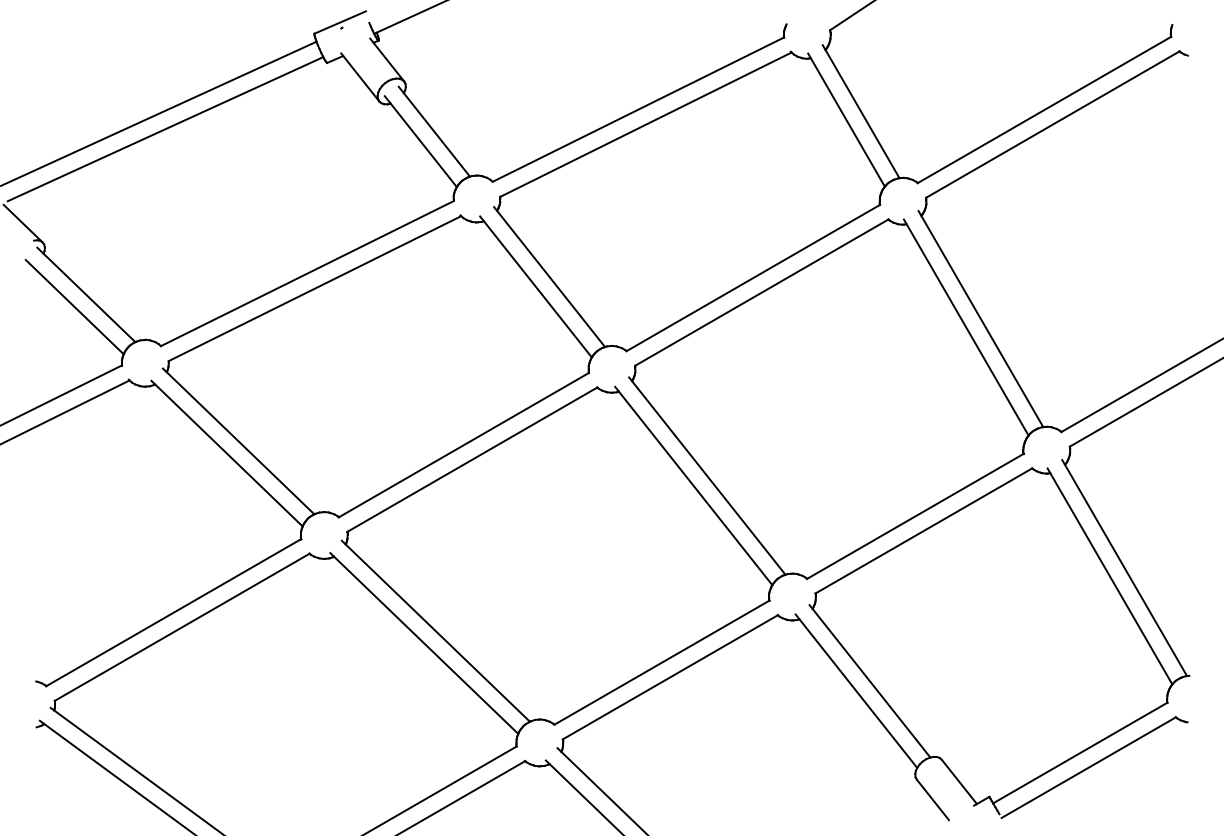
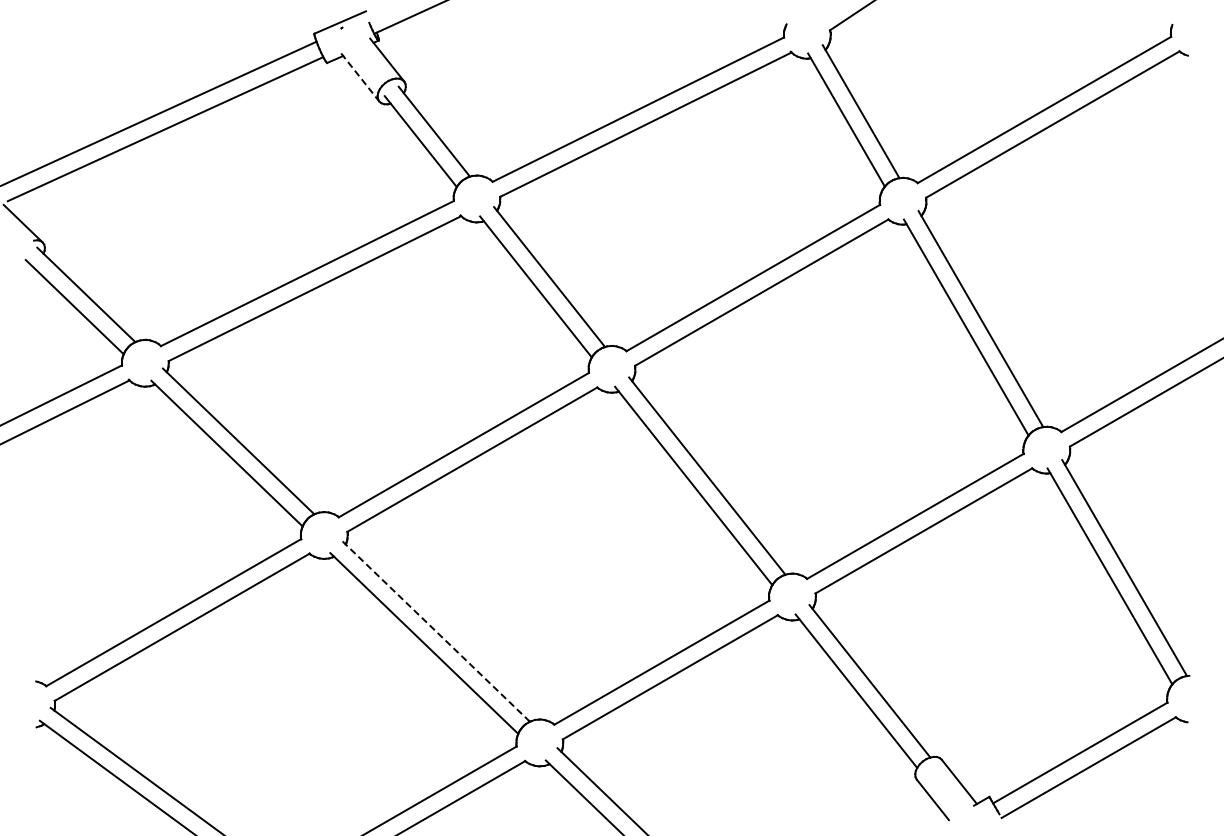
line at (360, 77): solid -> dashed
line at (435, 630): solid -> dashed
